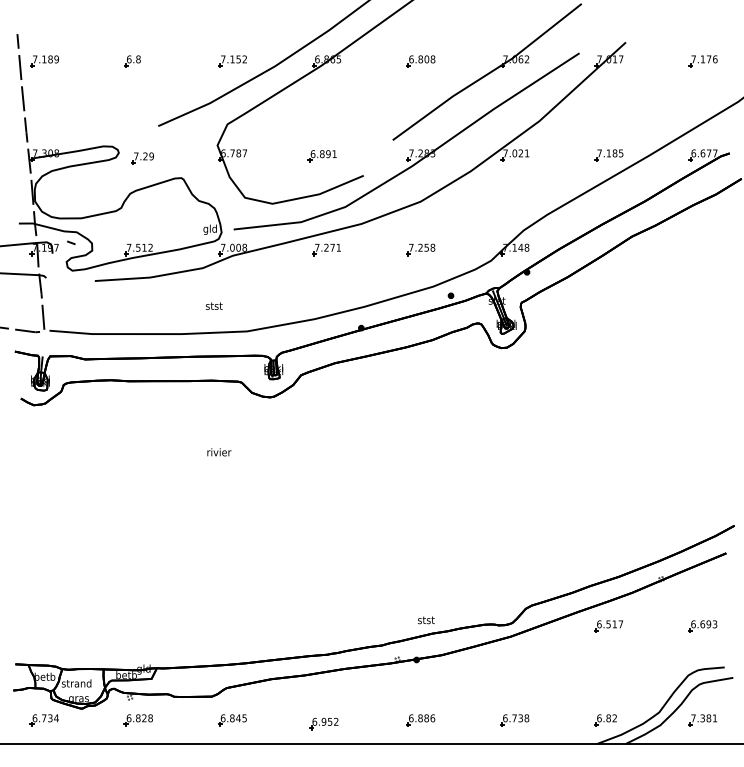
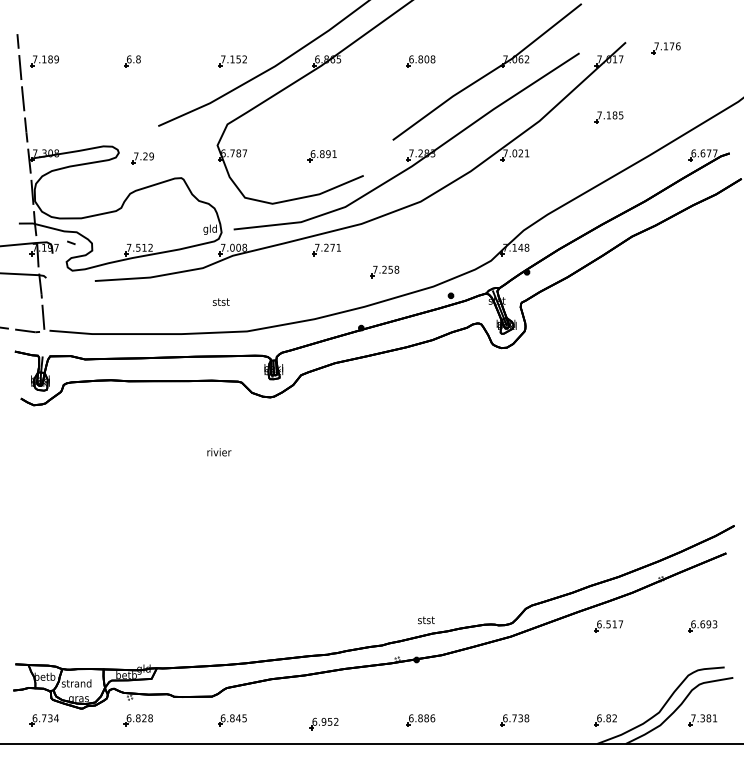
part at (702, 61) position: (702, 61) -> (665, 48)
part at (608, 155) position: (608, 155) -> (608, 117)
part at (420, 249) position: (420, 249) -> (384, 271)
text at (213, 305) position: (213, 305) -> (220, 301)
